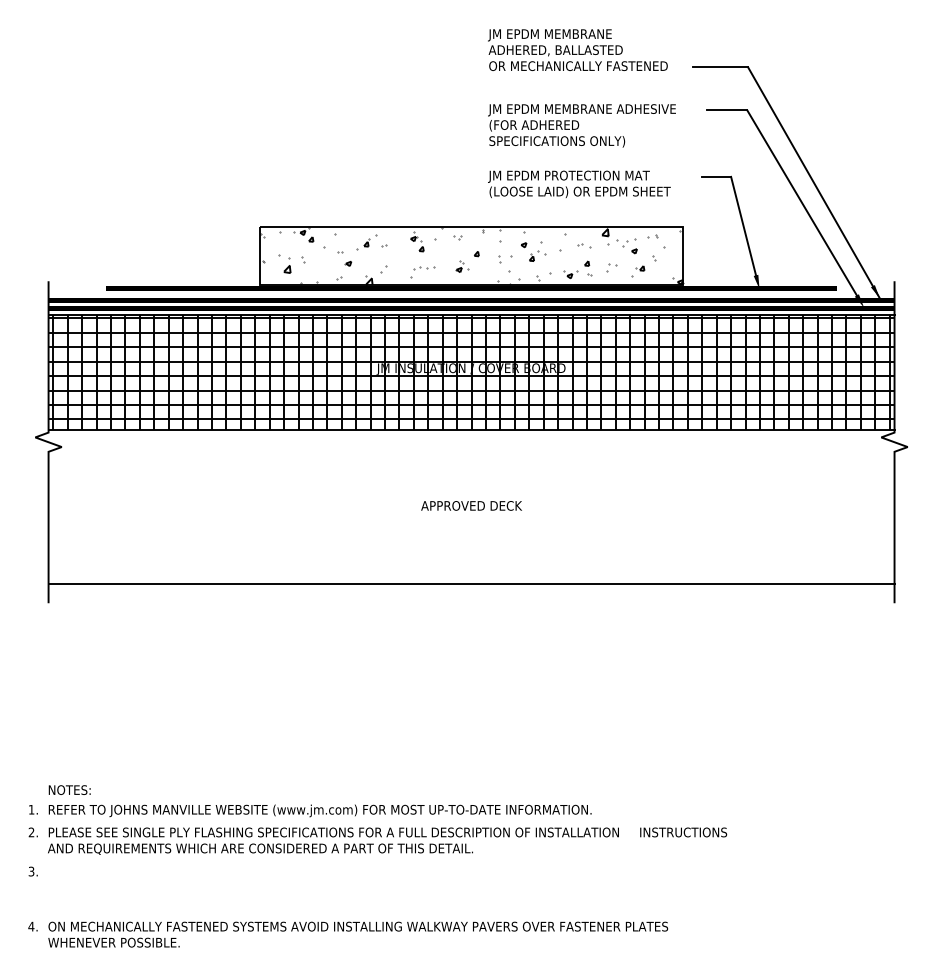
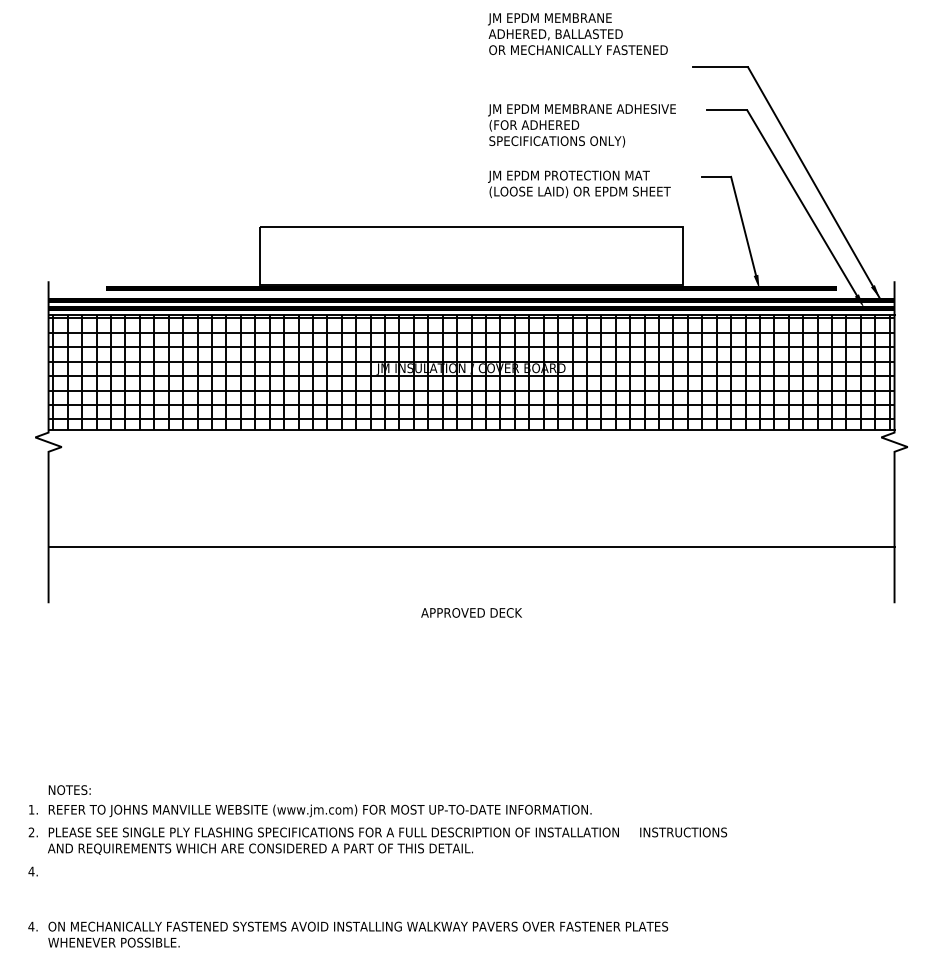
text at (577, 49) position: (577, 49) -> (577, 33)
hatch at (471, 256): present -> none
text at (471, 505) position: (471, 505) -> (471, 612)
line at (471, 584) position: (471, 584) -> (471, 547)
text at (31, 871): 3. -> 4.
